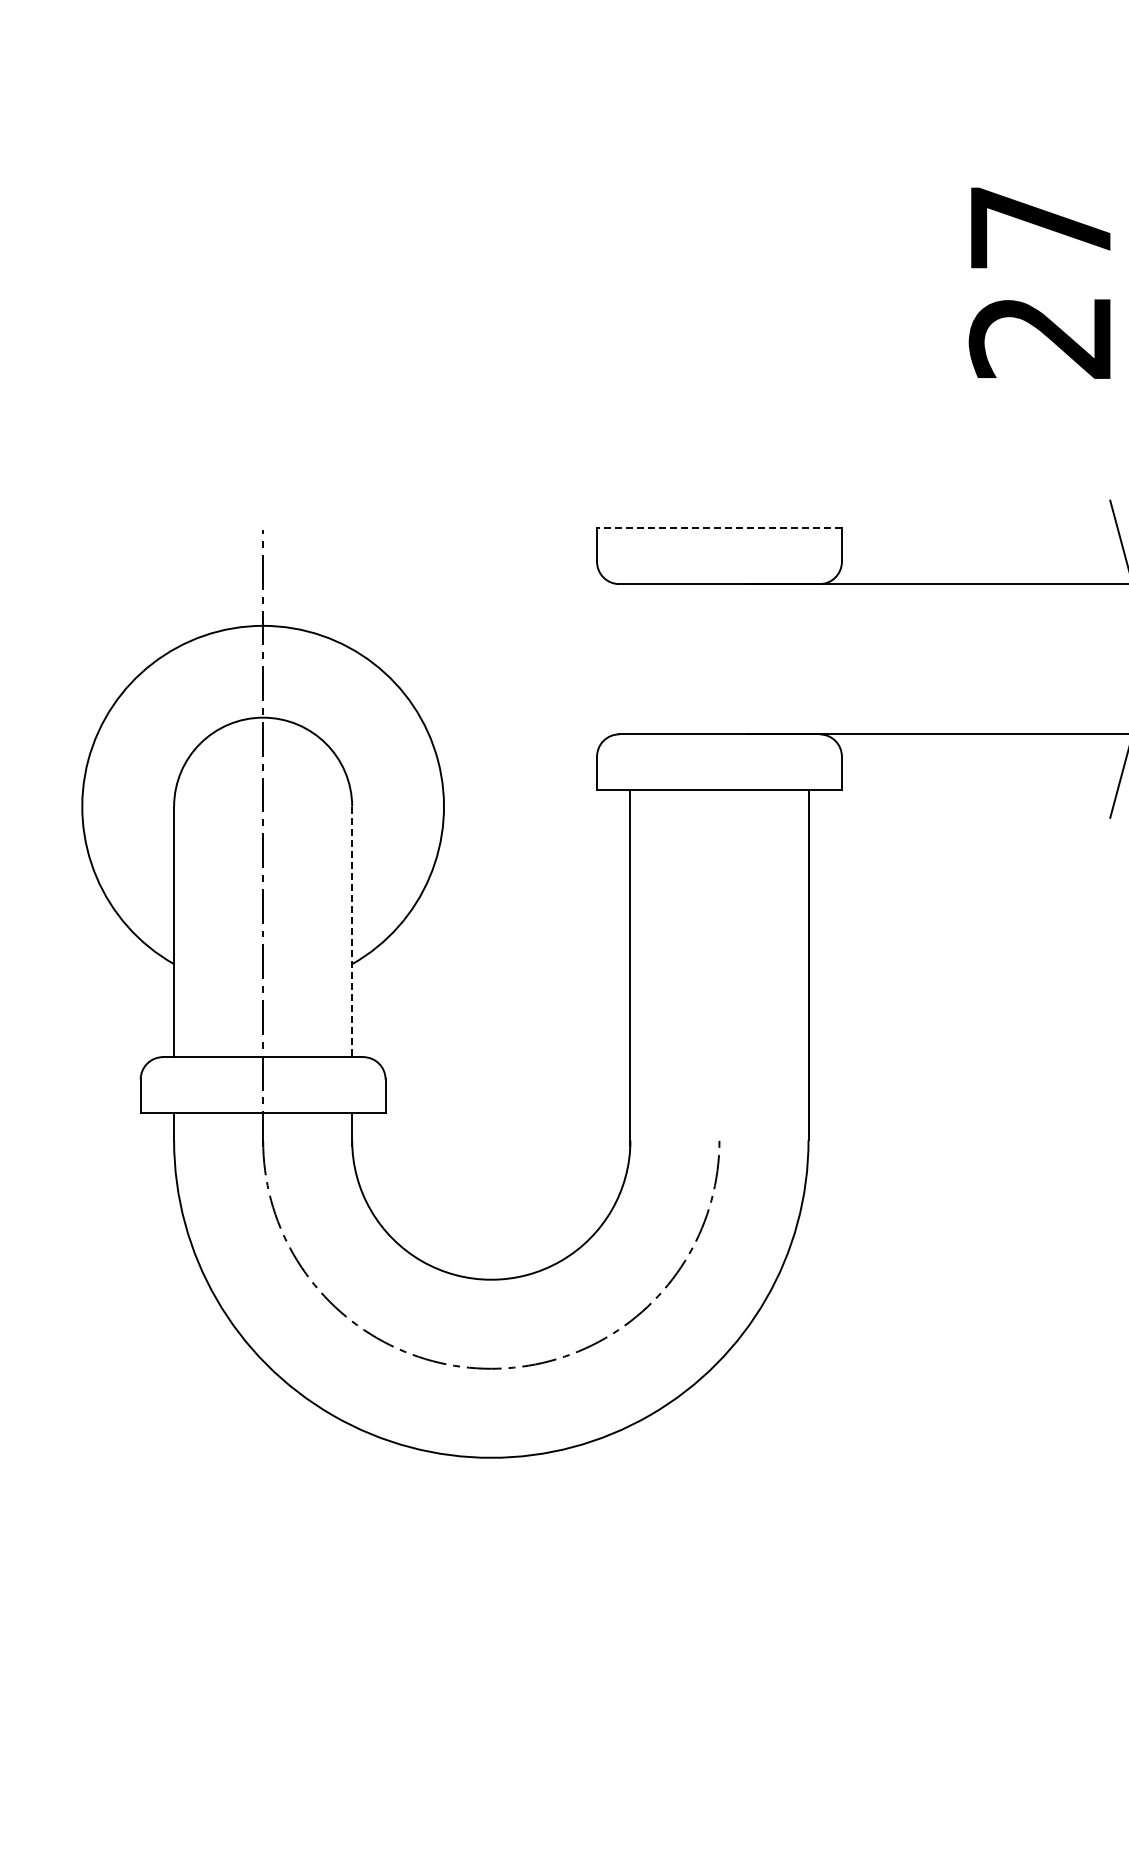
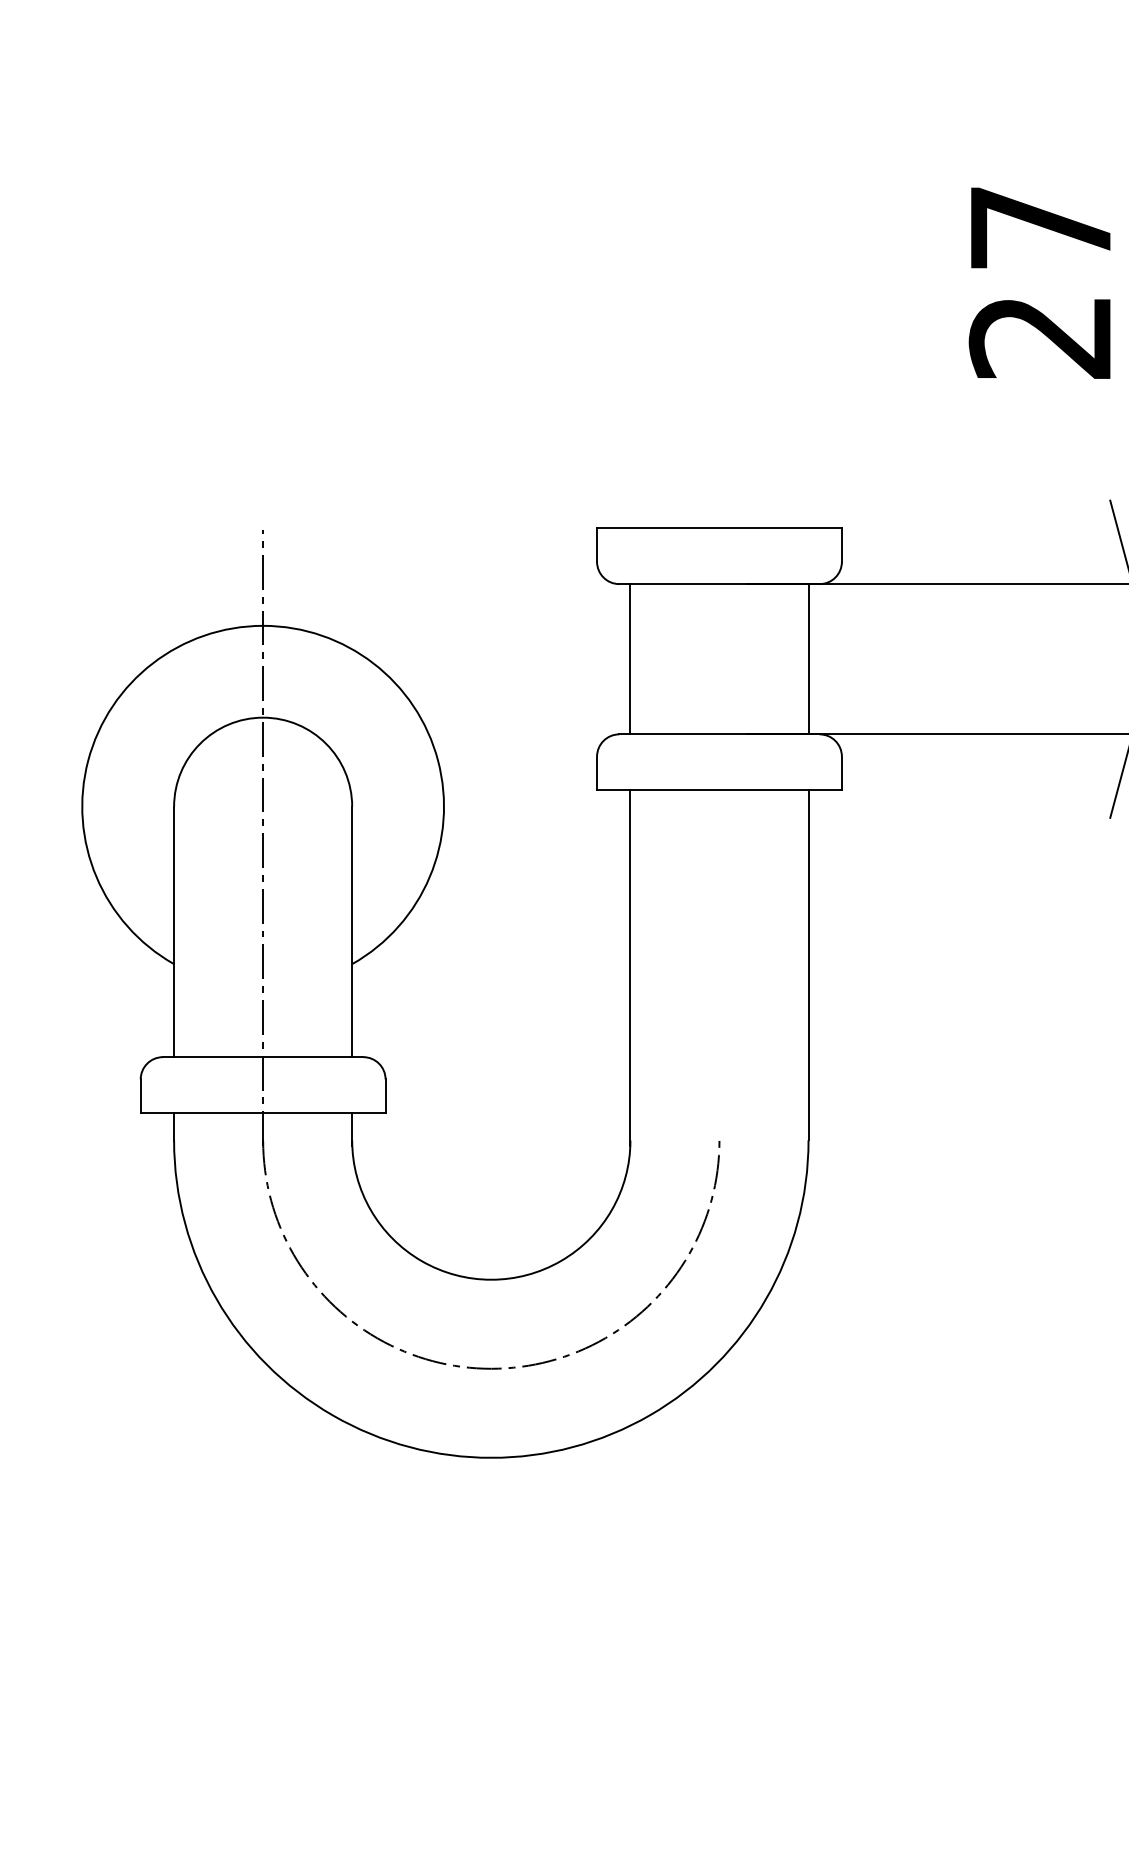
line at (718, 528): dashed -> solid
line at (630, 659): none -> present
line at (808, 659): none -> present
line at (352, 932): dashed -> solid
